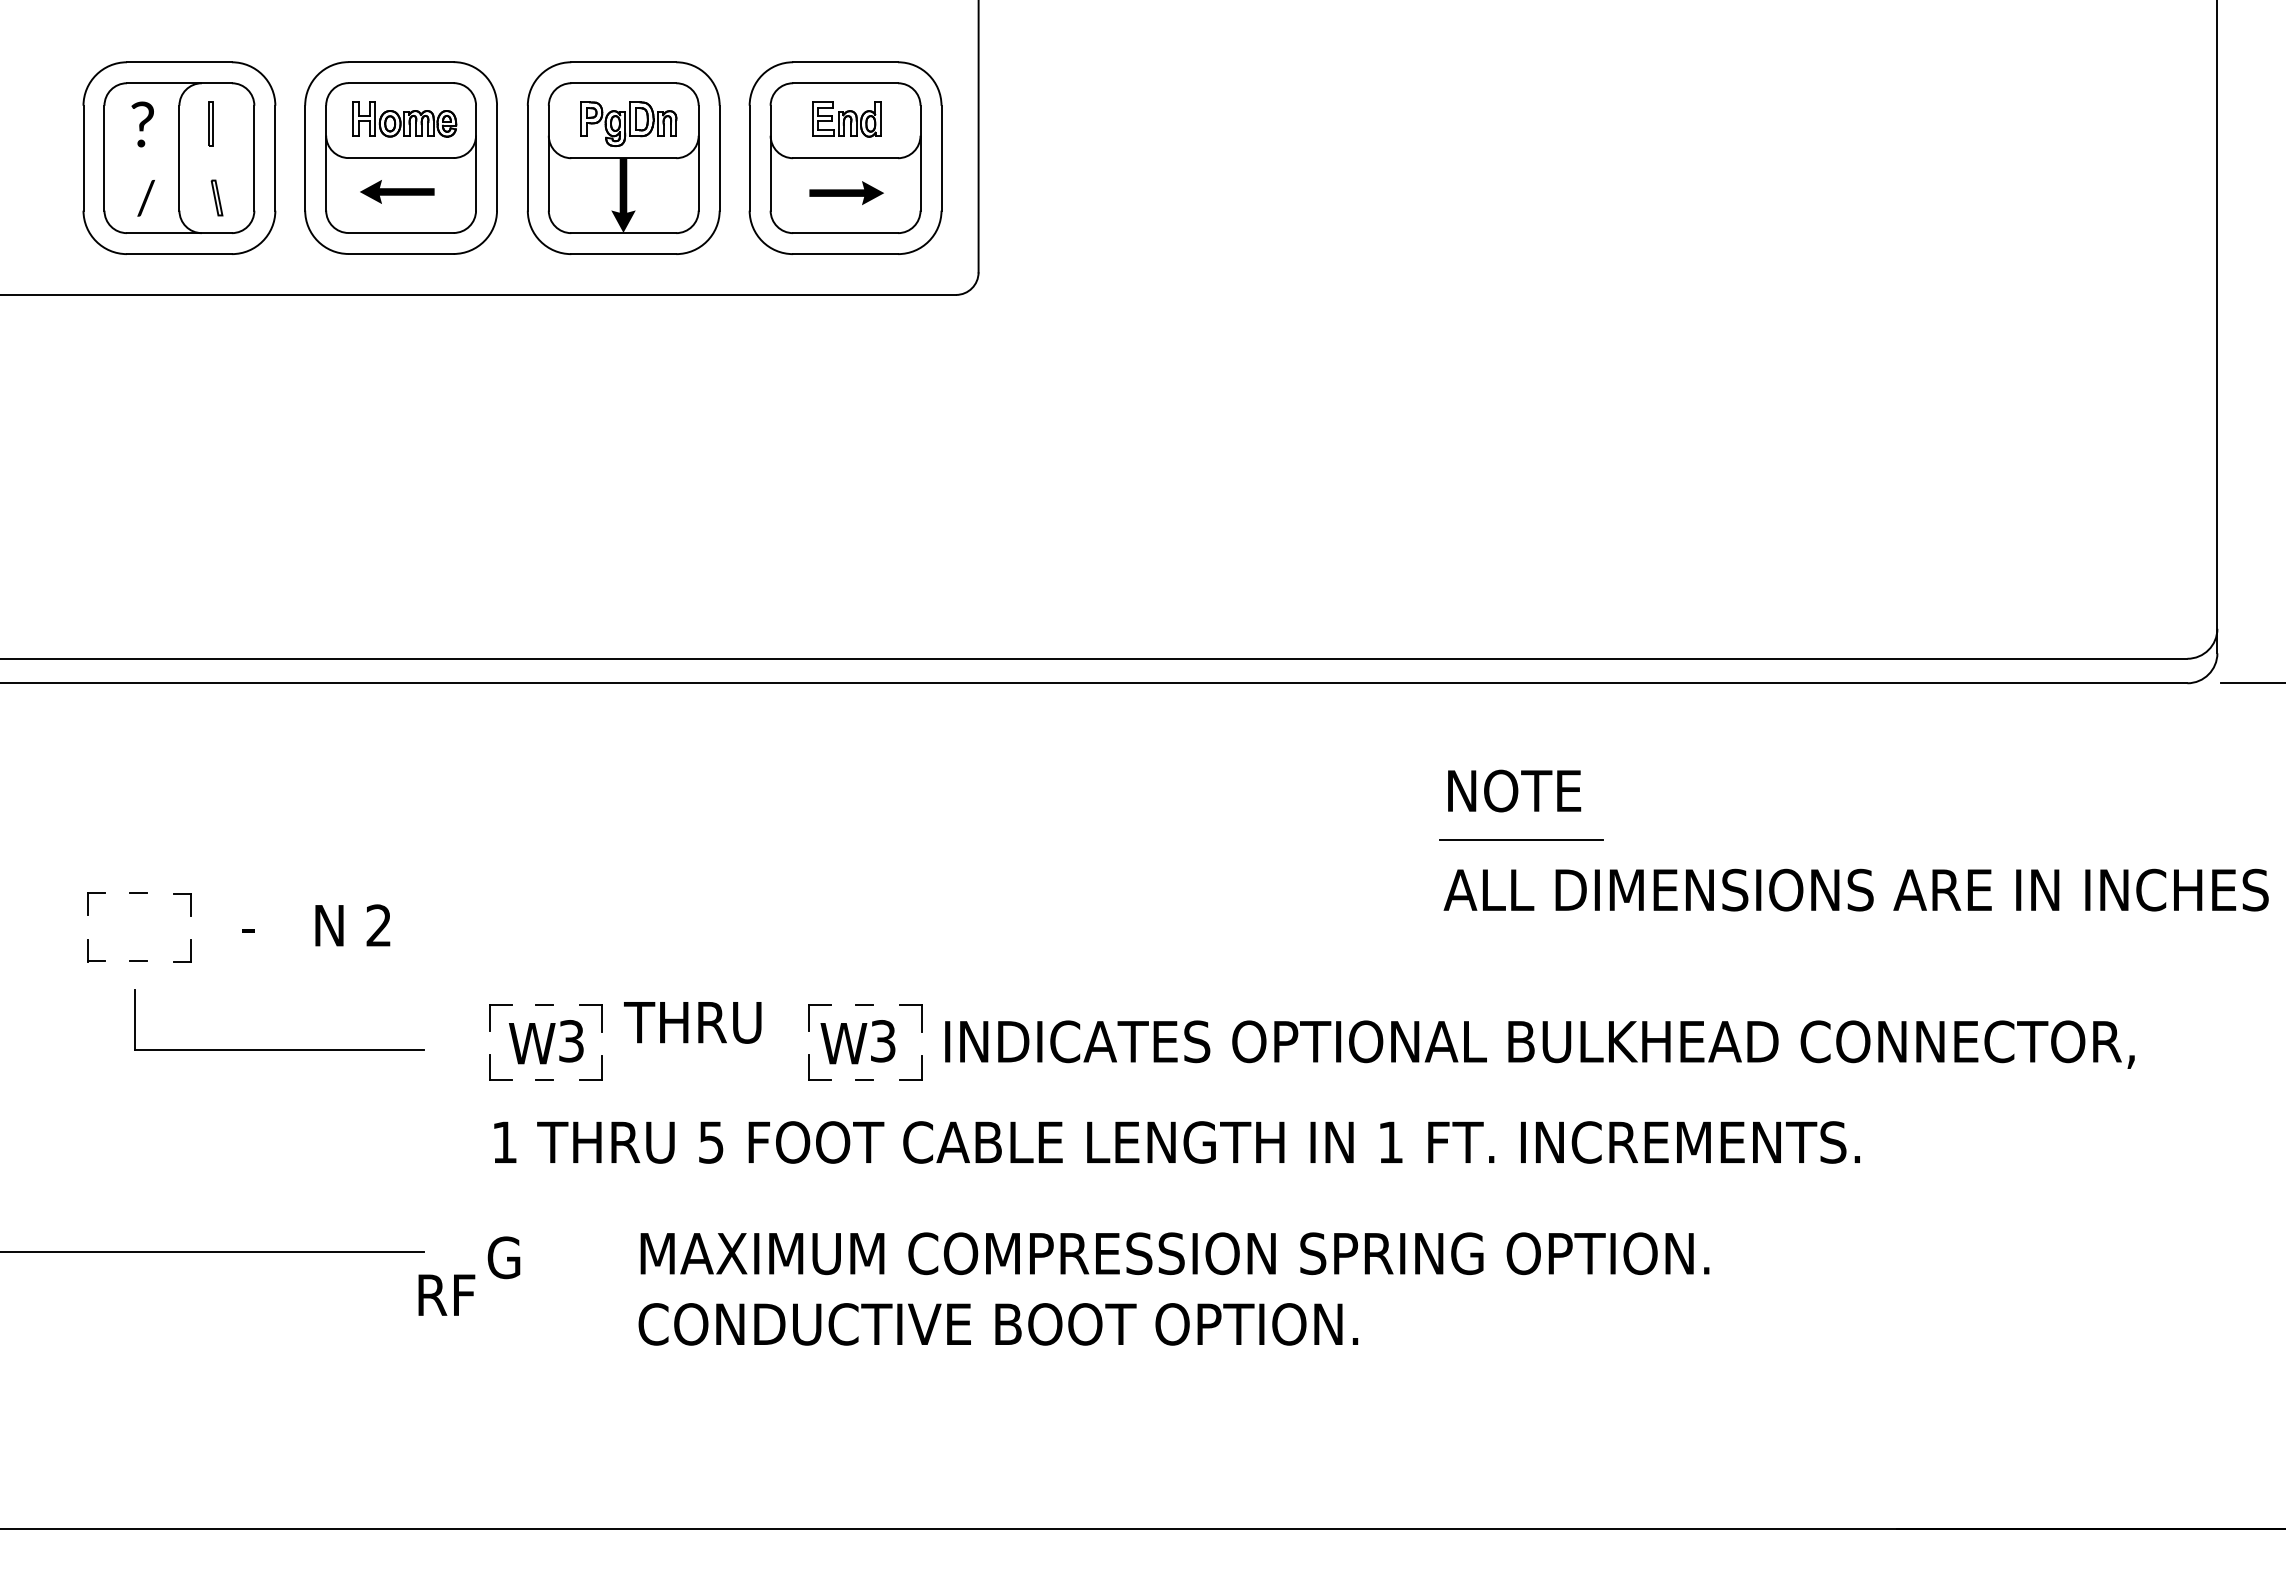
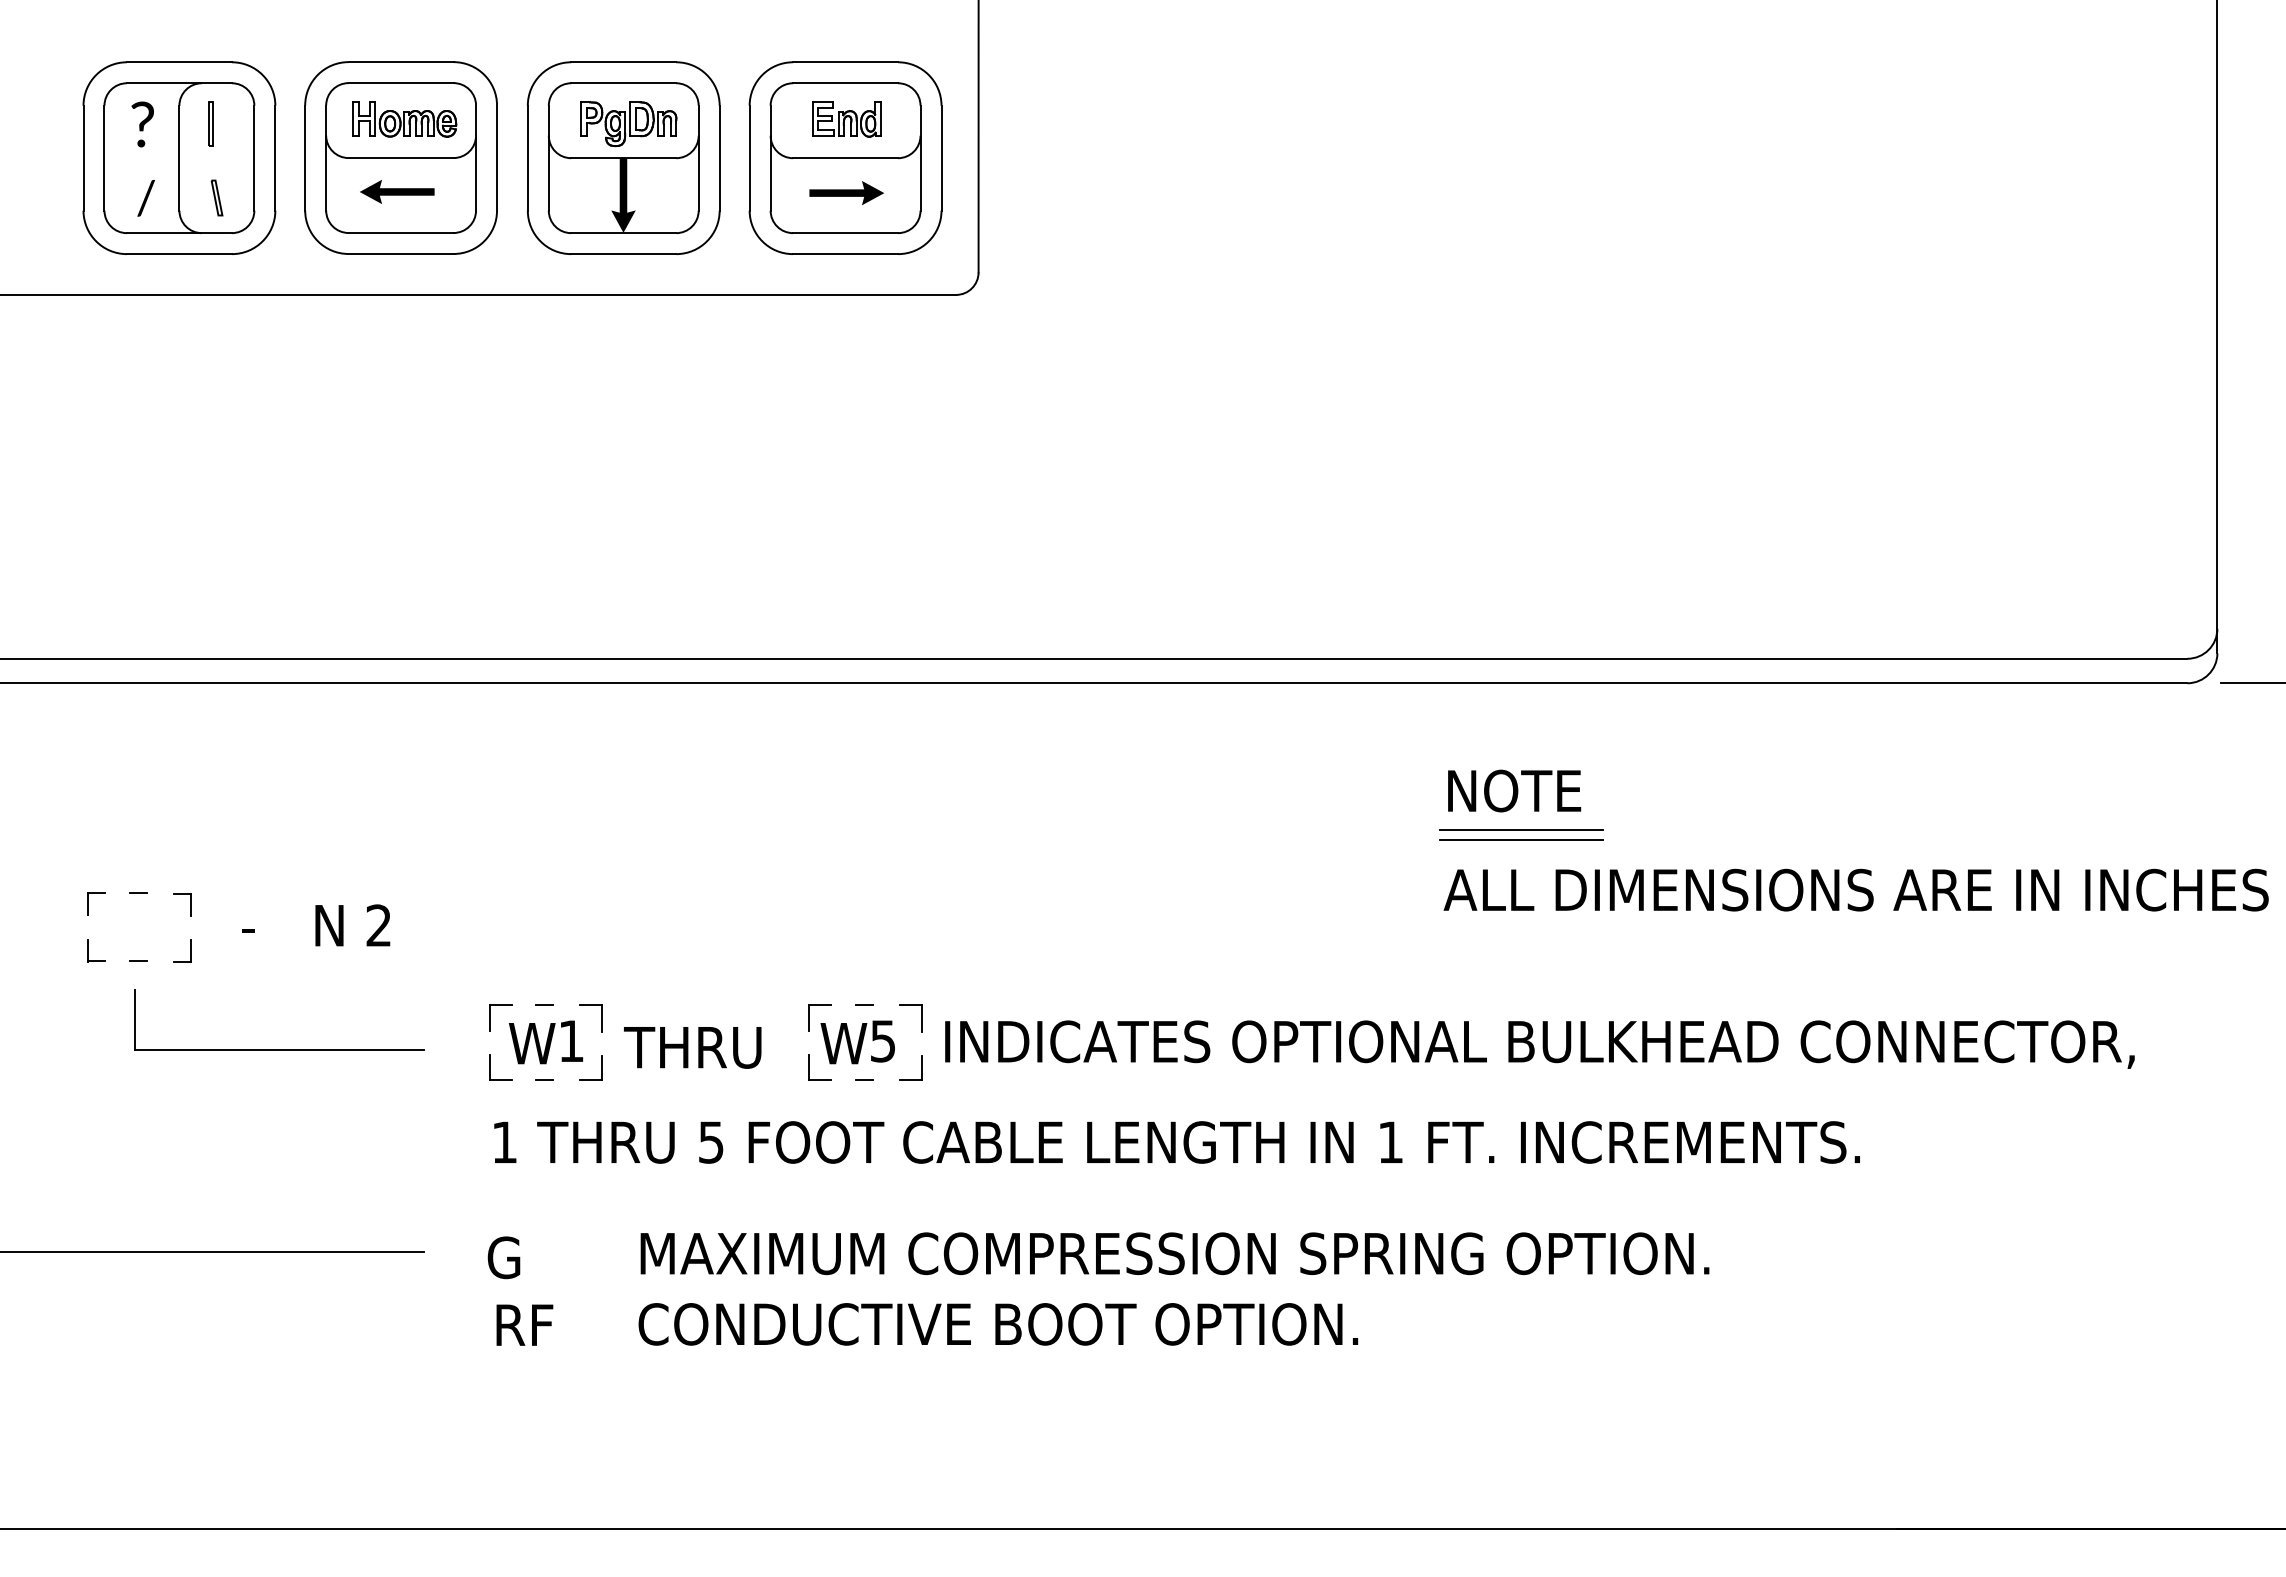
line at (1521, 829): none -> present
text at (692, 1022) position: (692, 1022) -> (692, 1047)
text at (883, 1040): 3 -> 5
text at (571, 1041): 3 -> 1
text at (446, 1294) position: (446, 1294) -> (524, 1324)
